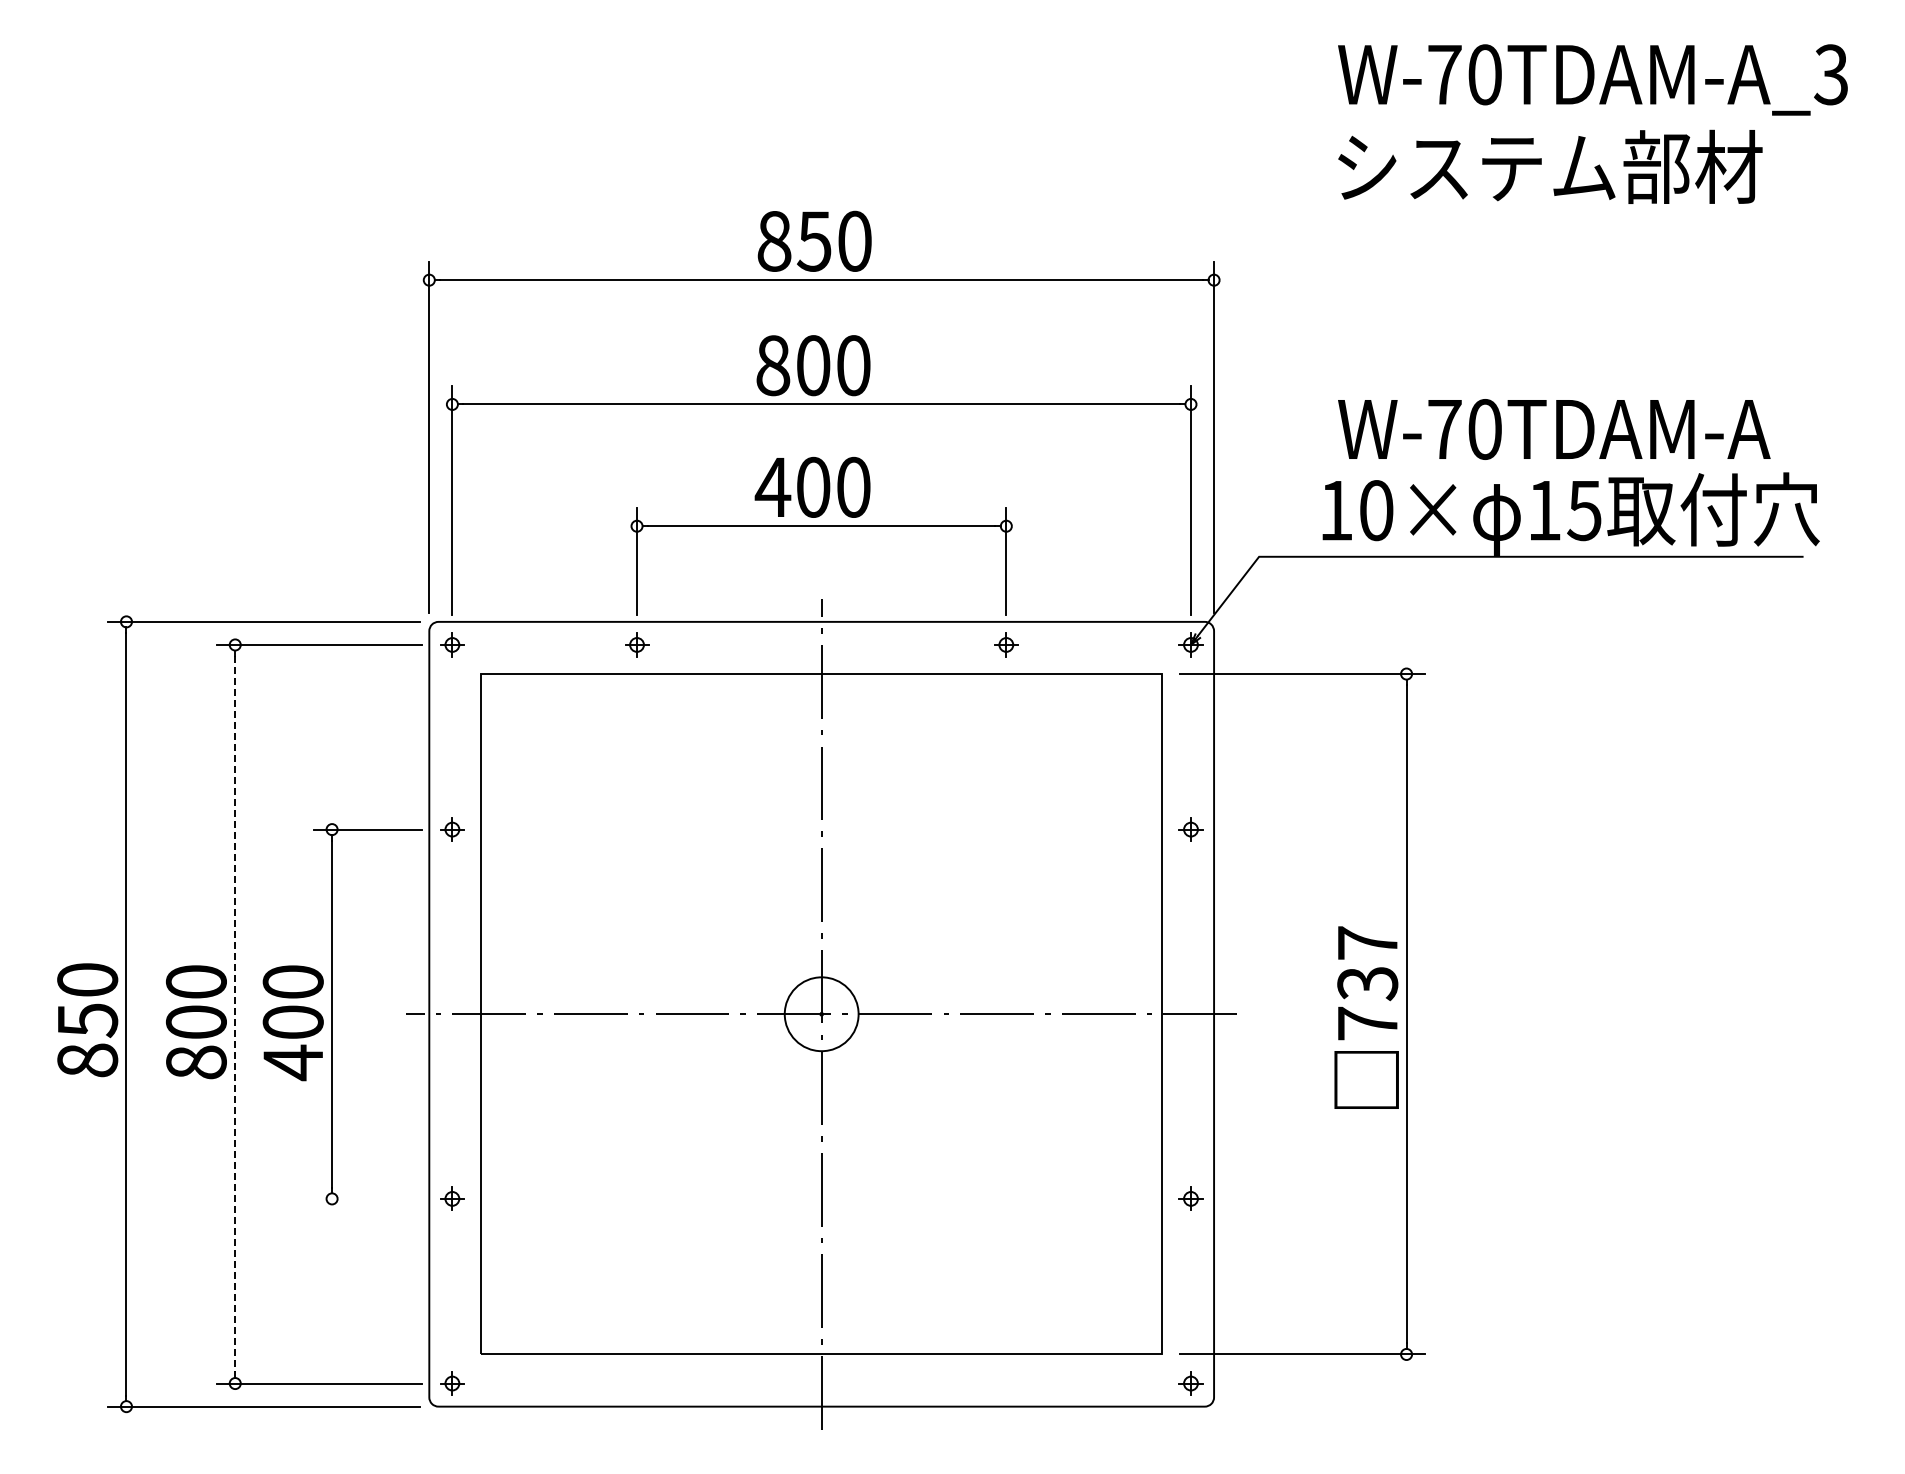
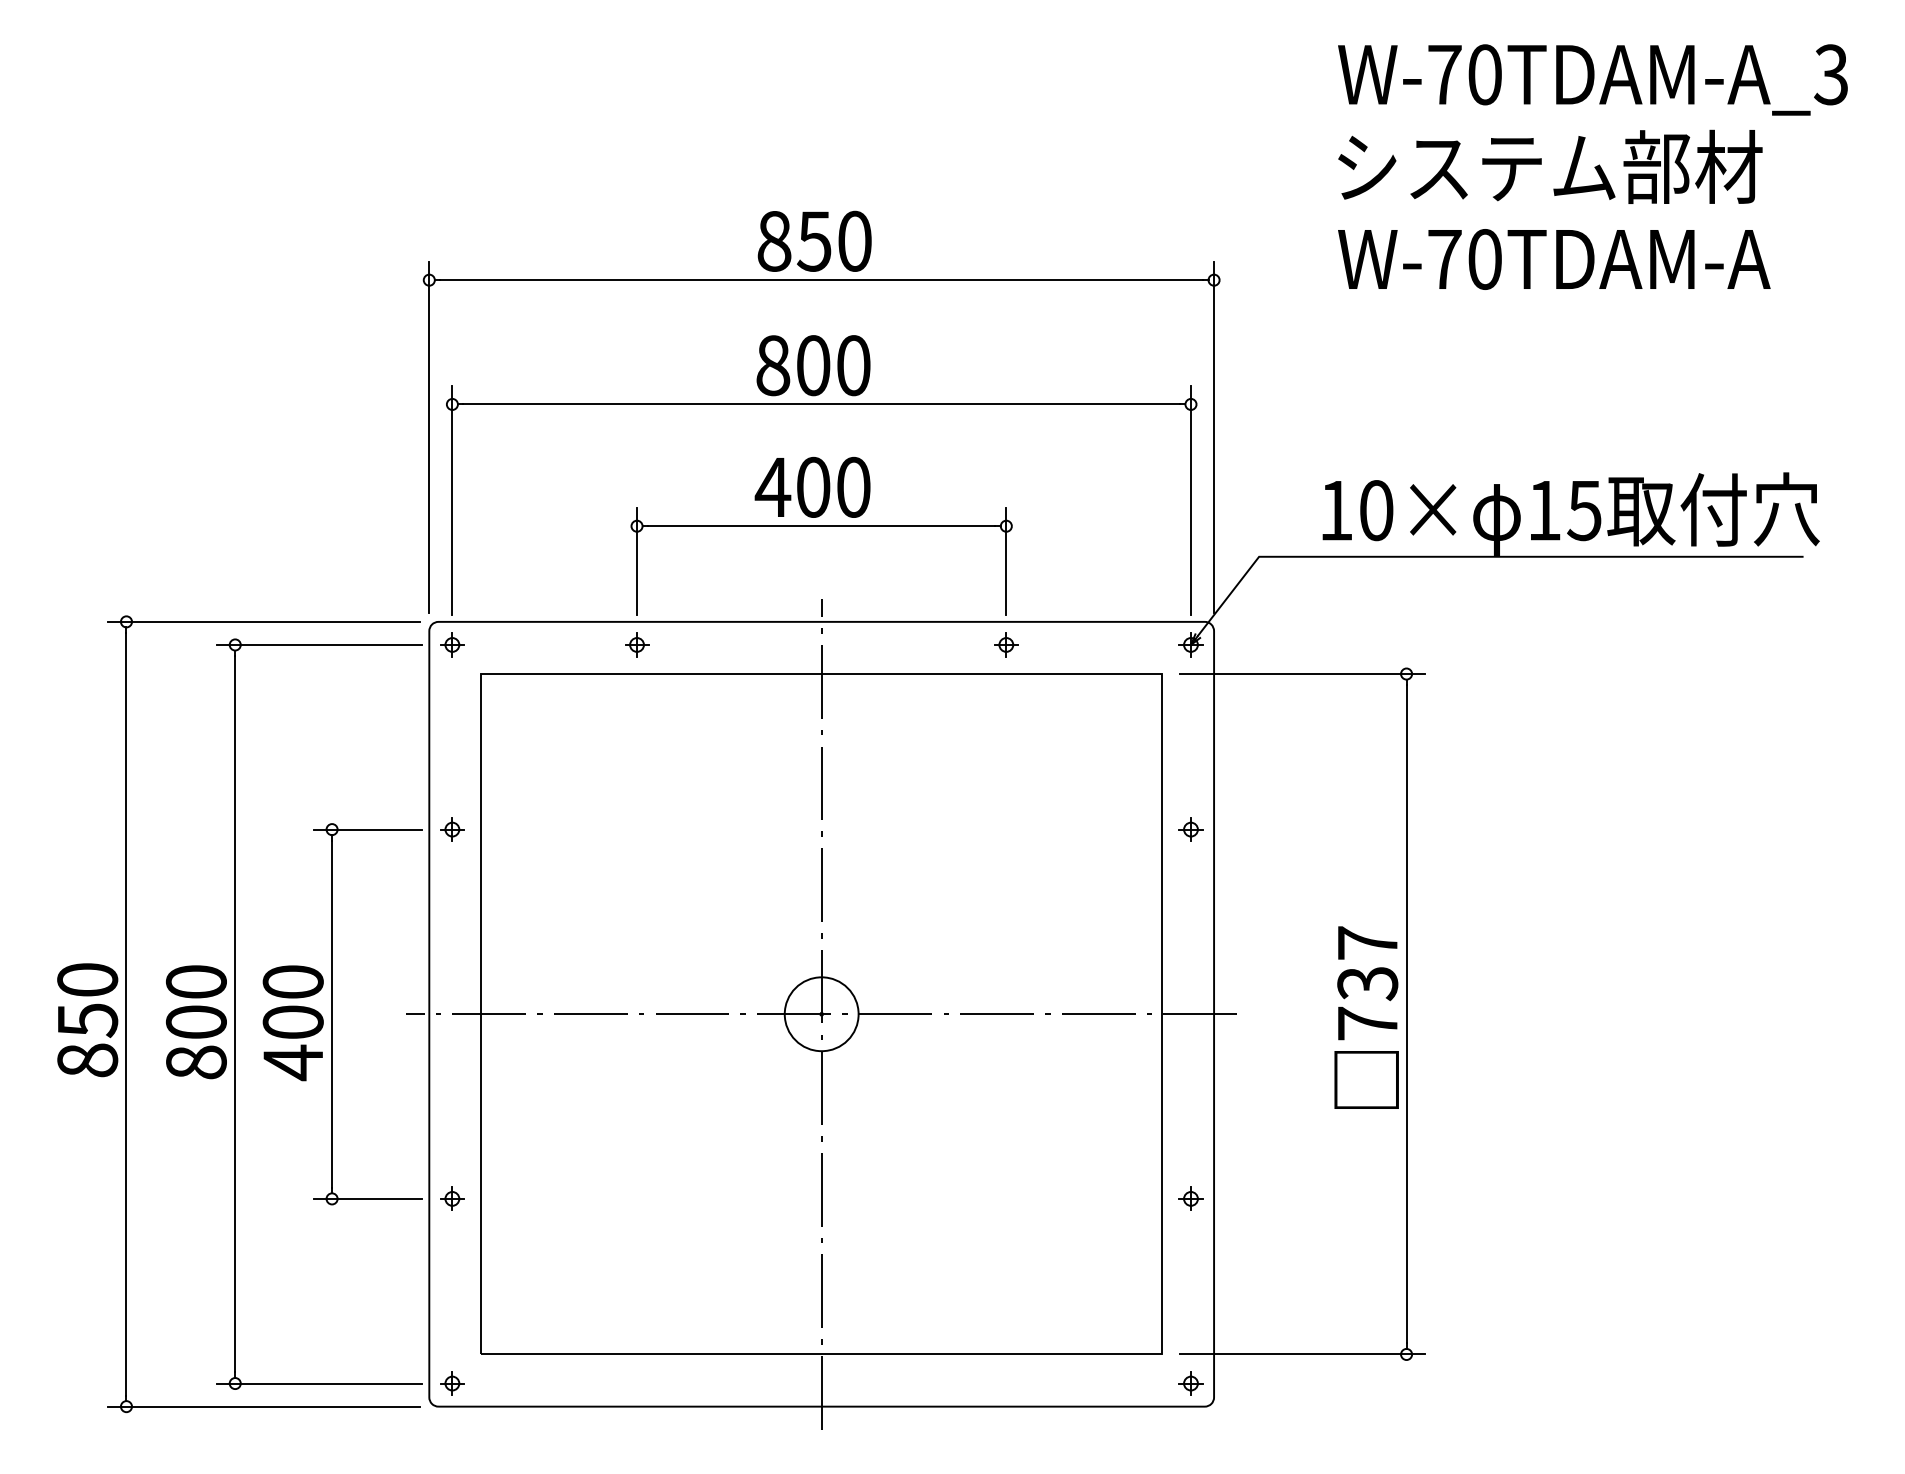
text at (1554, 429) position: (1554, 429) -> (1554, 259)
line at (235, 1014): dashed -> solid
line at (367, 1198): none -> present
